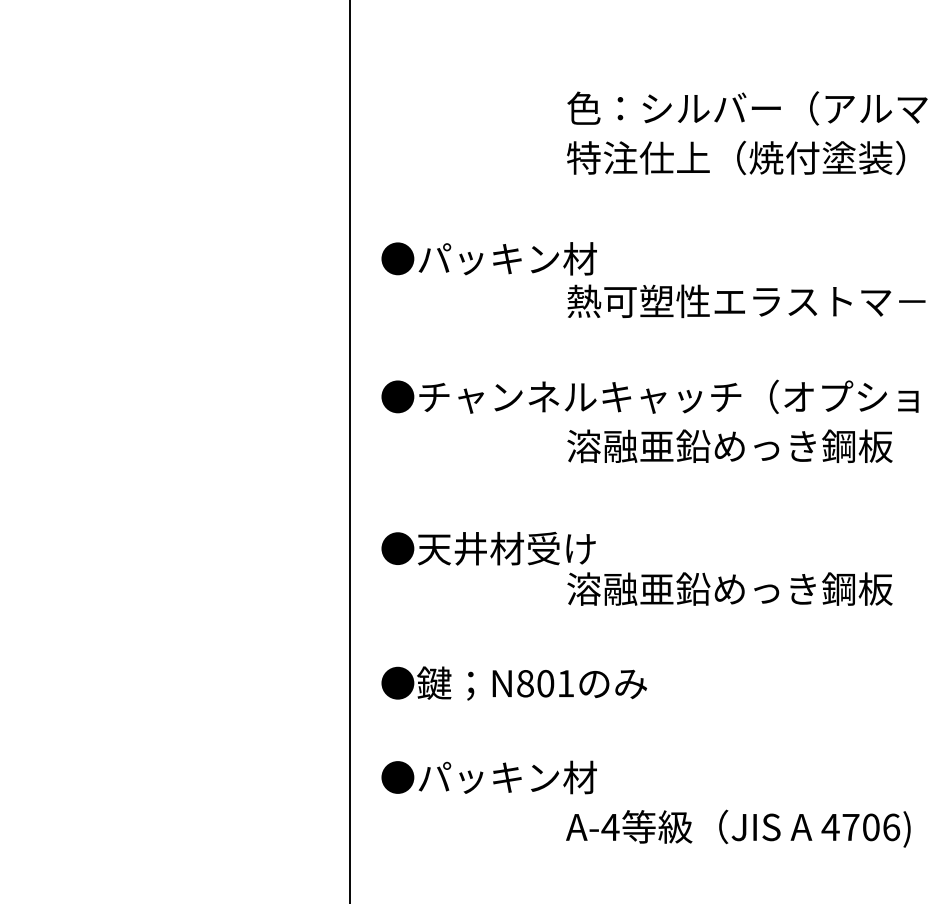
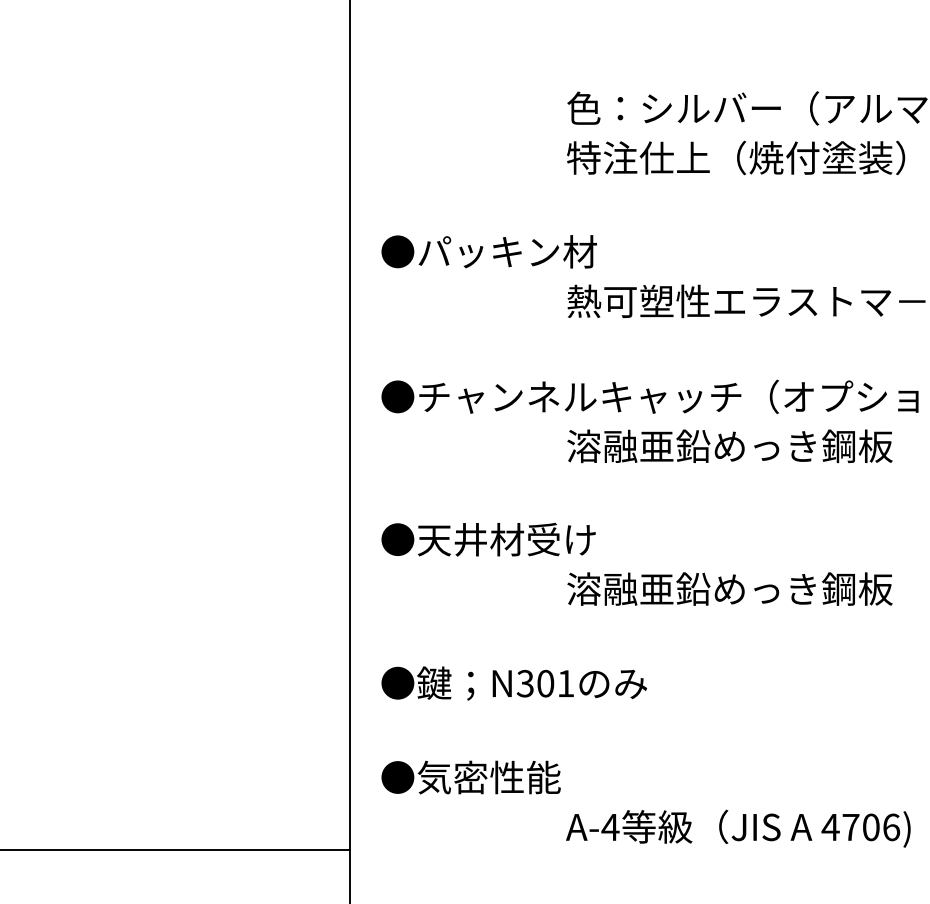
text at (488, 258) position: (488, 258) -> (488, 251)
text at (488, 548) position: (488, 548) -> (488, 539)
text at (524, 683): N801 -> N301
text at (506, 777): ●パッキン材 -> ●気密性能
line at (176, 849): none -> present
